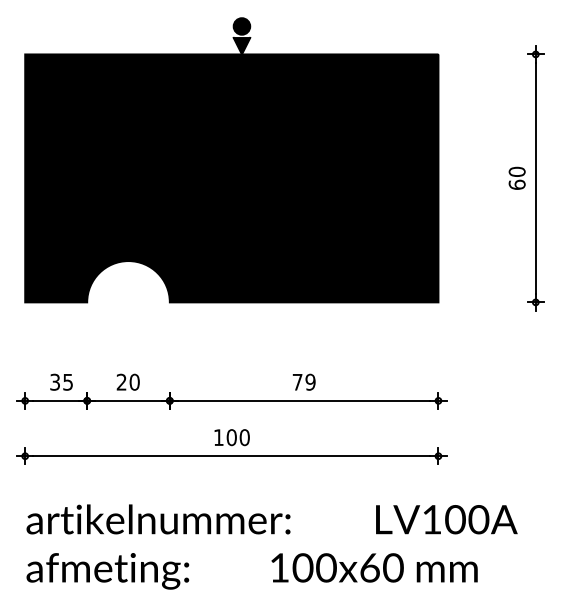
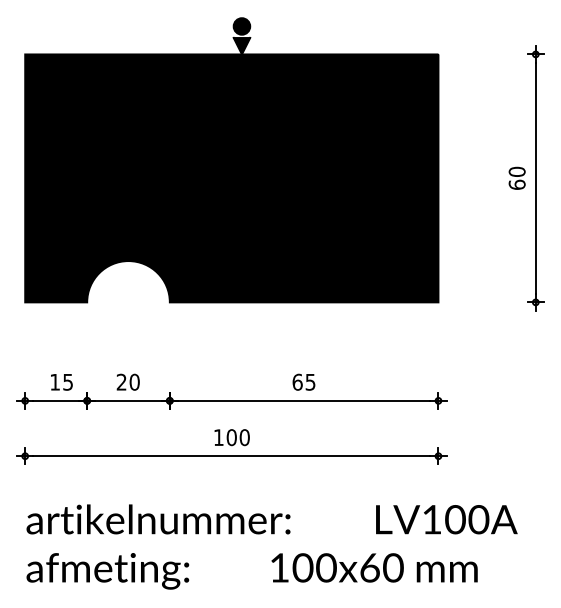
text at (54, 381): 35 -> 15
text at (303, 381): 79 -> 65
